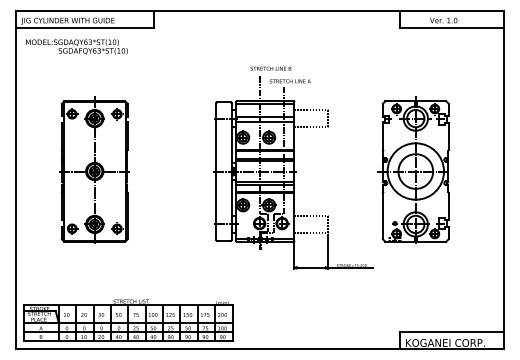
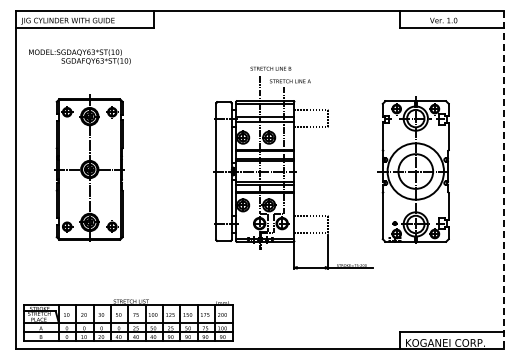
text at (76, 46) position: (76, 46) -> (79, 56)
part at (94, 169) position: (94, 169) -> (89, 167)
line at (504, 180): solid -> dashed
